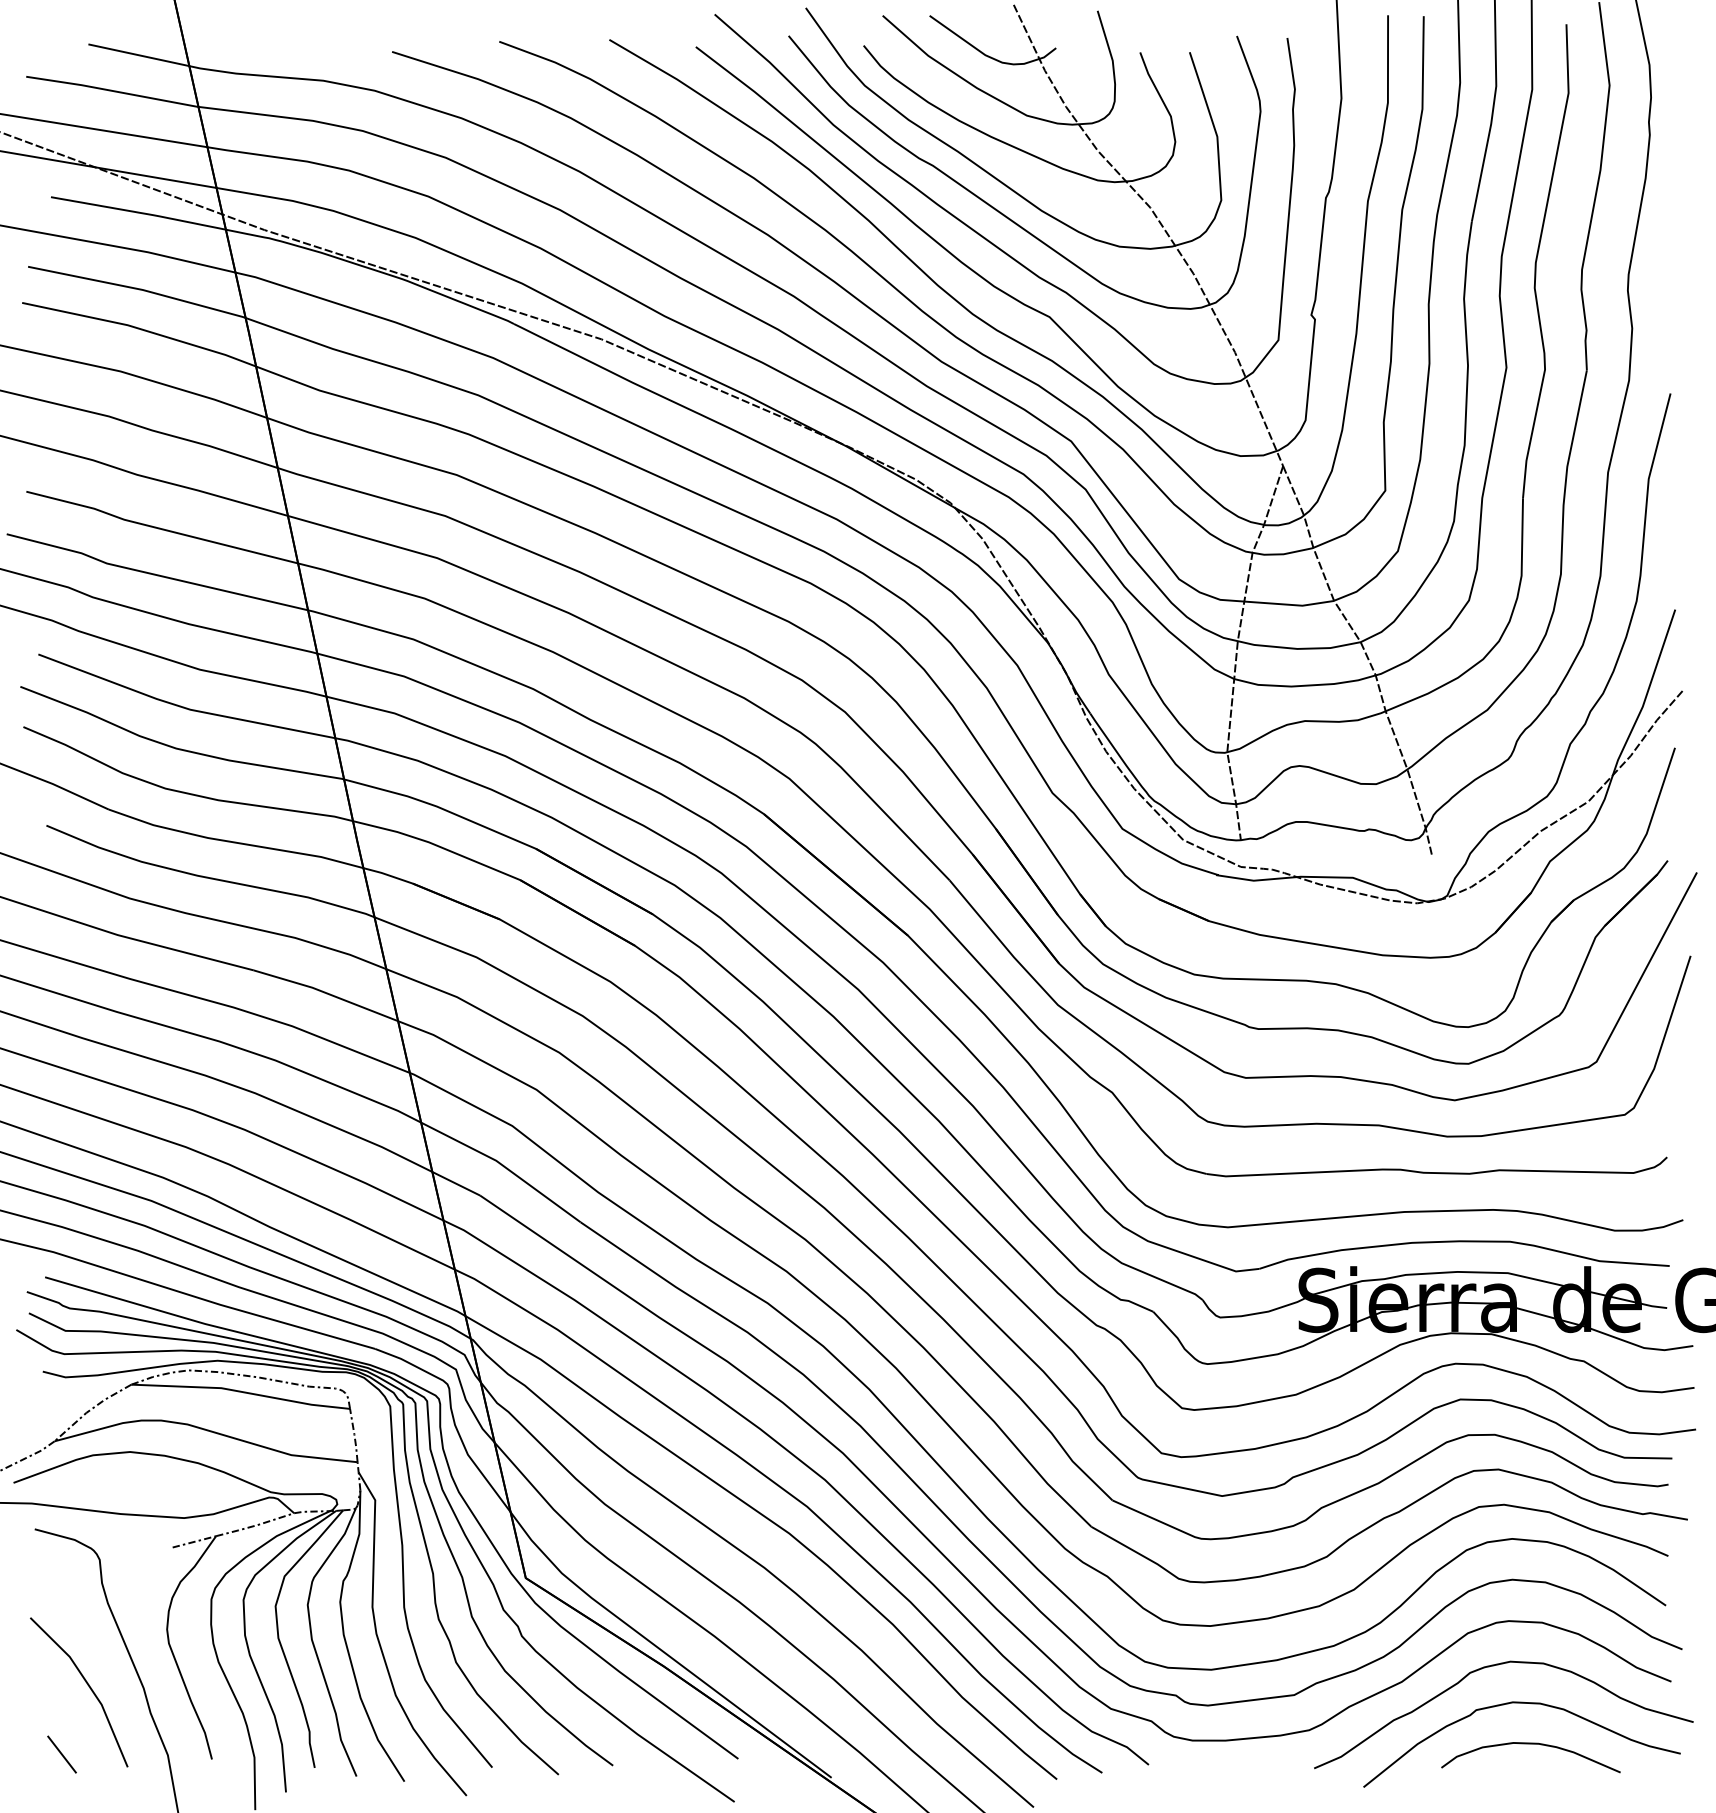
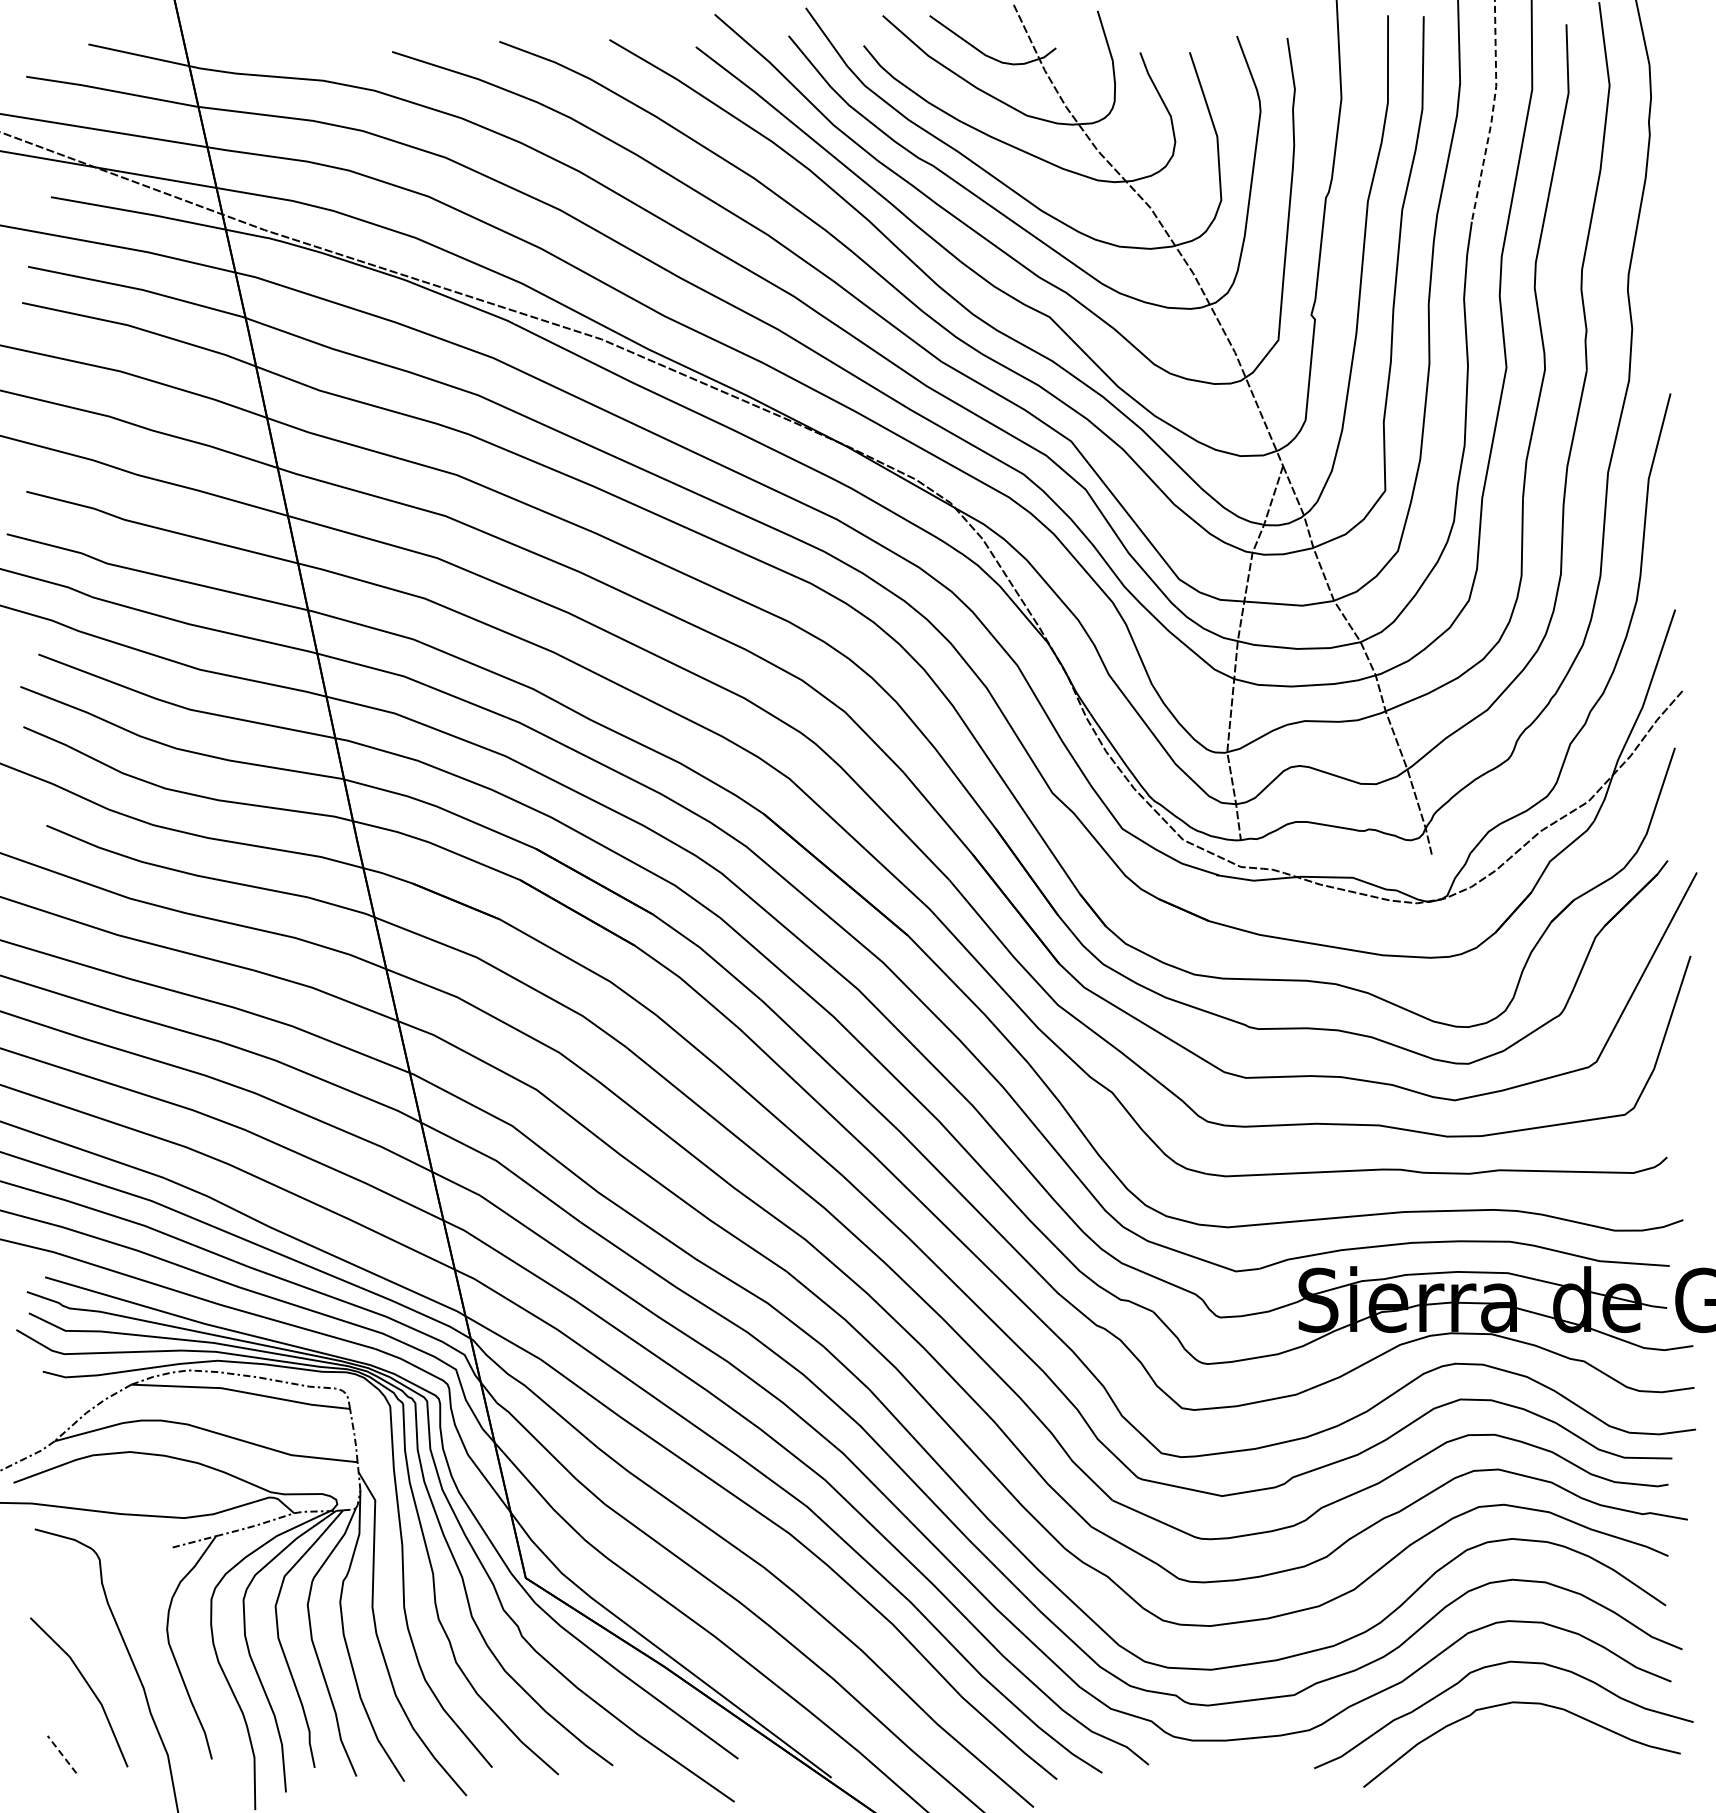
line at (1492, 112): solid -> dashed
curve at (1530, 1744): present -> none
line at (62, 1754): solid -> dashed
